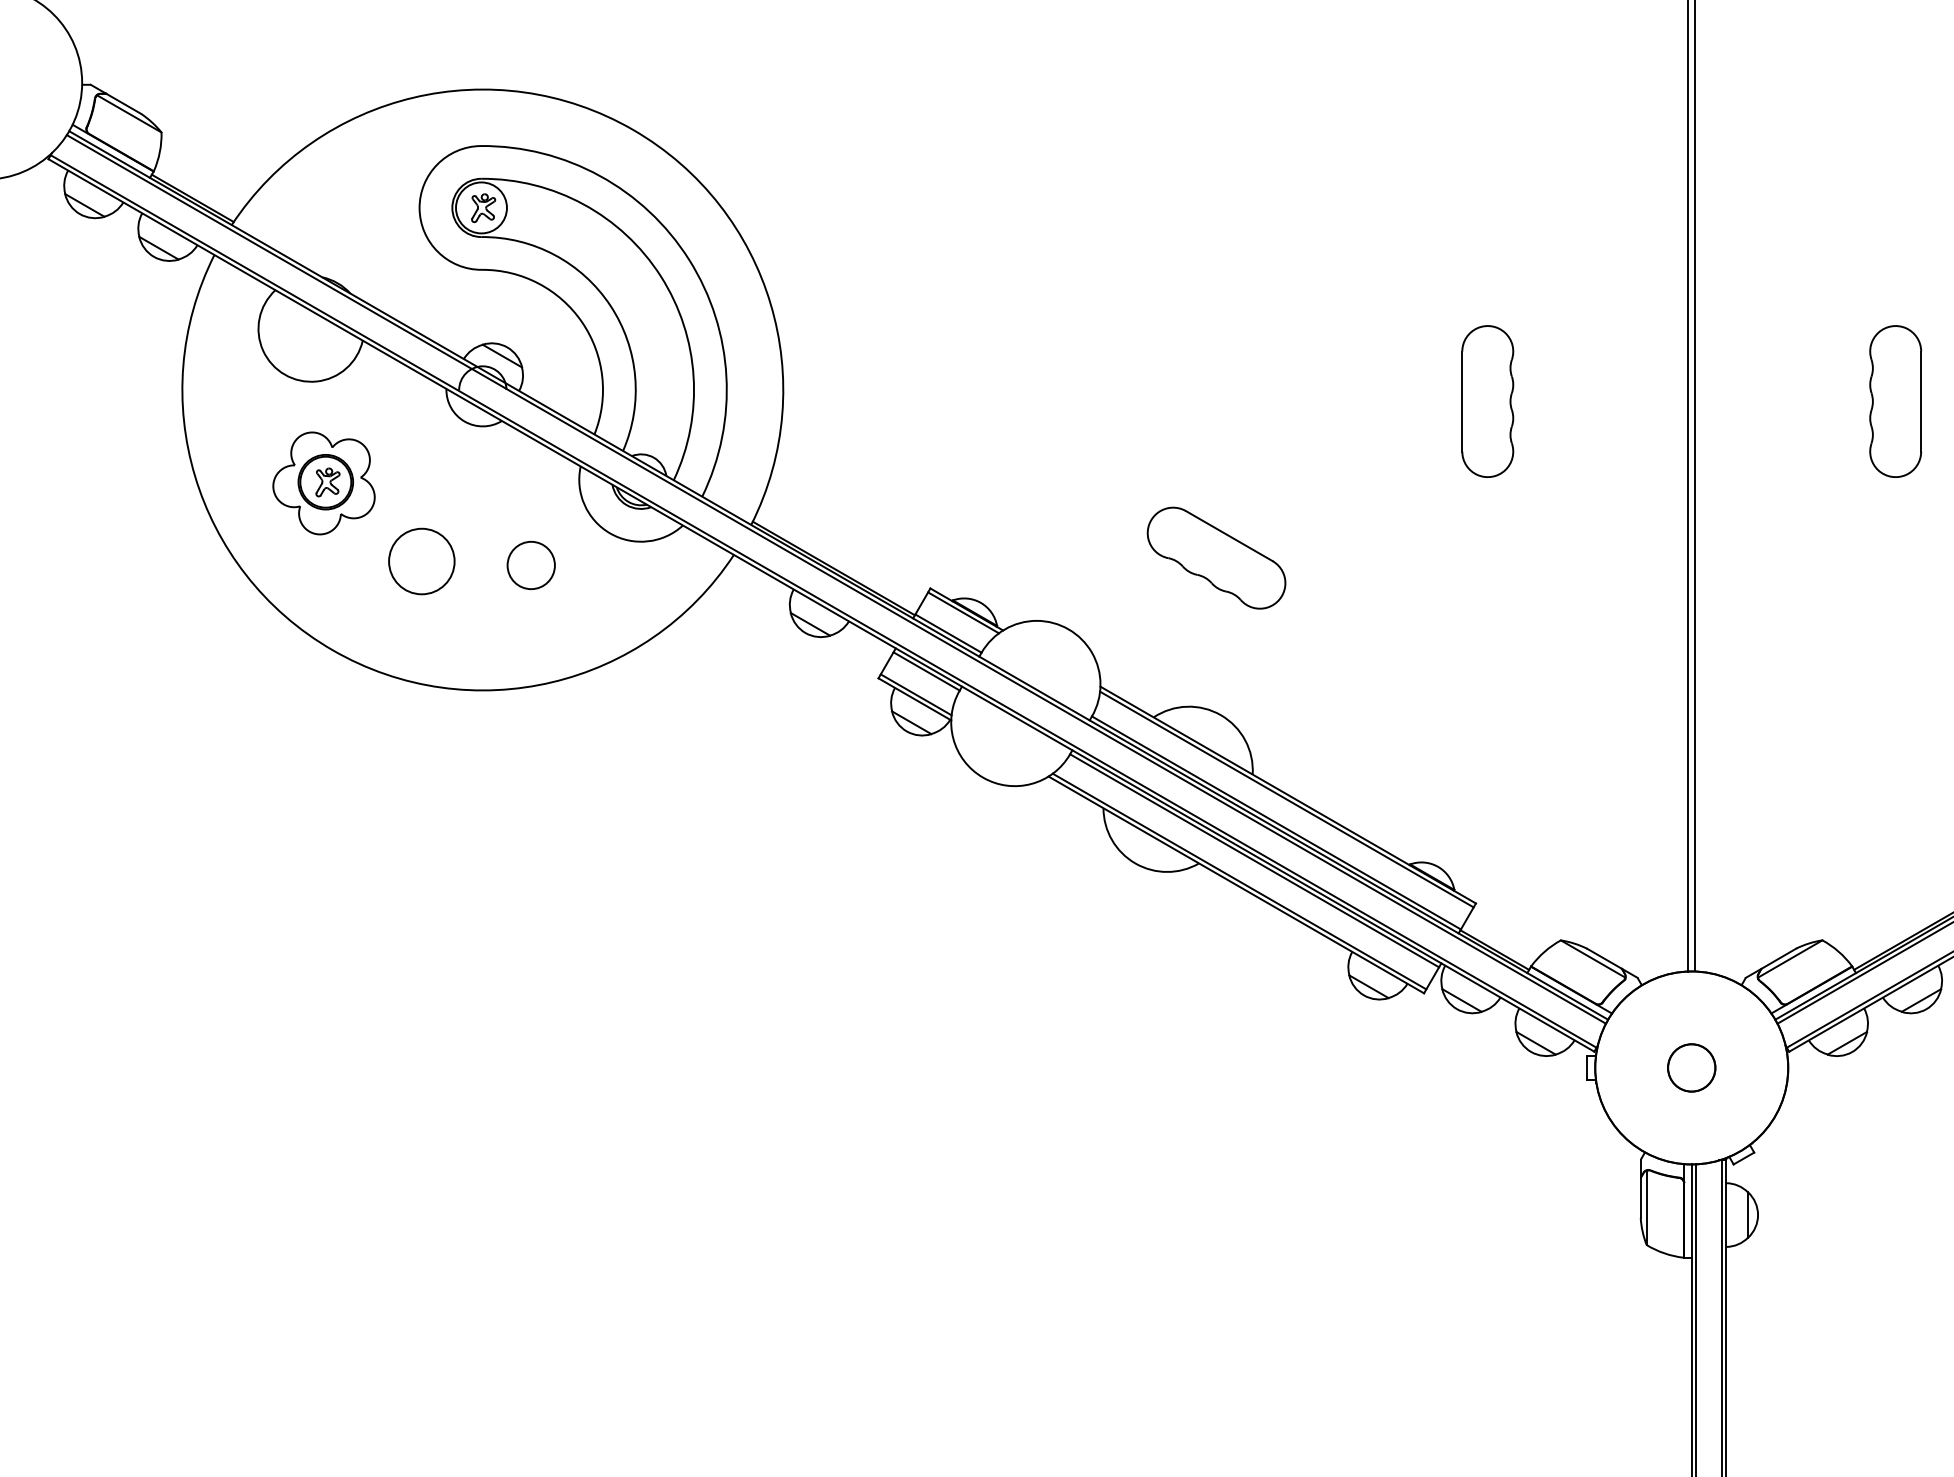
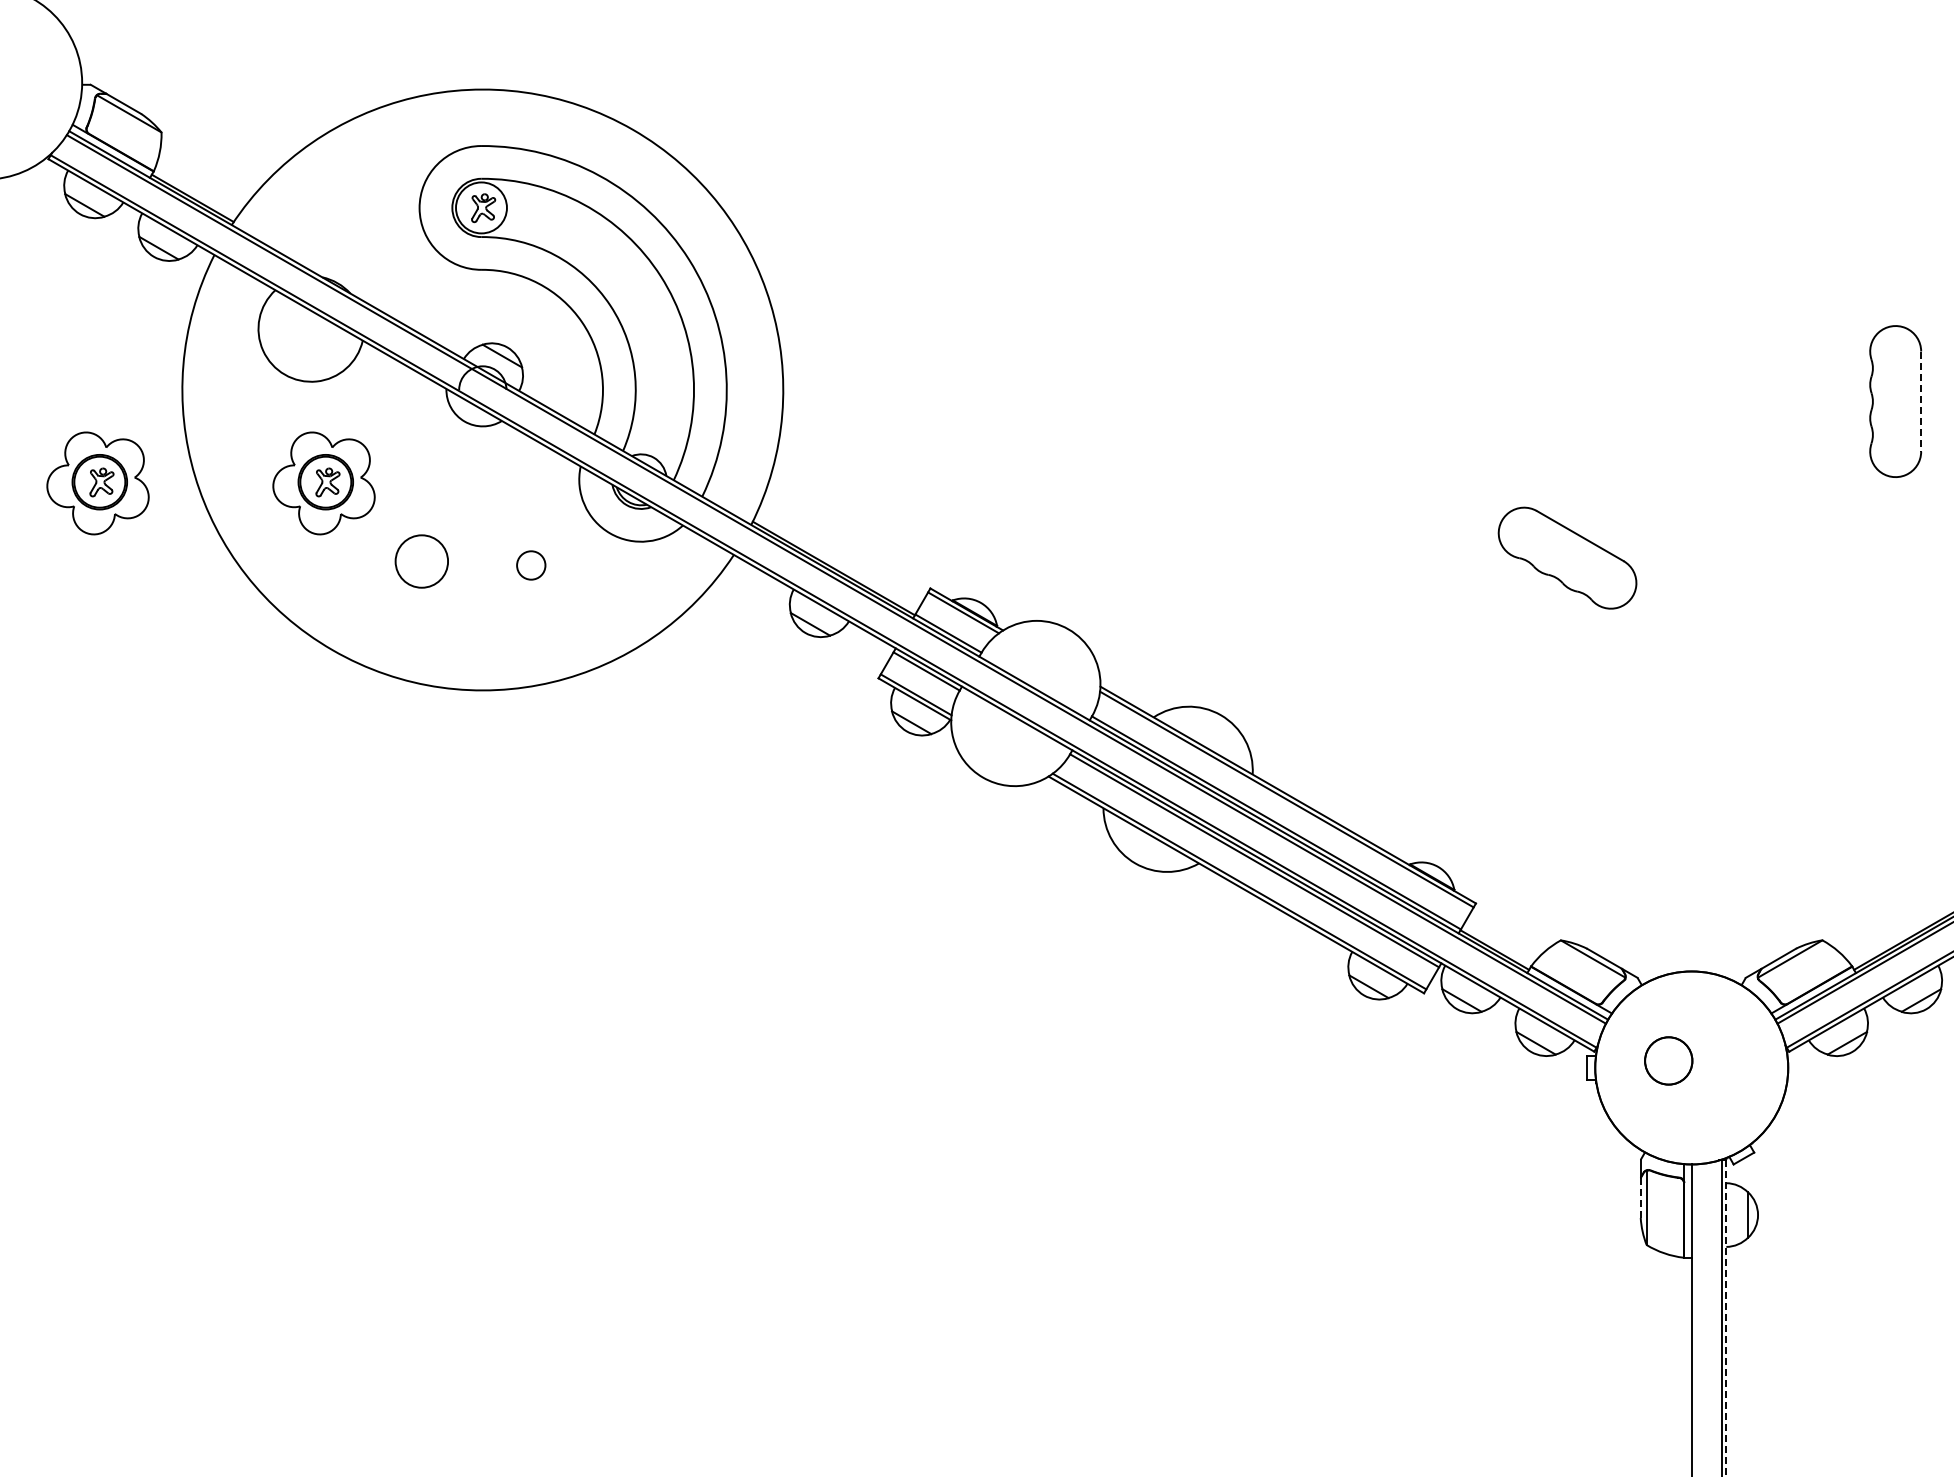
part at (1487, 401): present -> none
line at (1921, 402): solid -> dashed
part at (97, 483): none -> present
line at (1688, 486): present -> none
line at (1695, 486): present -> none
part at (1216, 557) position: (1216, 557) -> (1567, 557)
circle at (421, 561) diameter: 66 px -> 52 px
circle at (530, 565) diameter: 47 px -> 28 px
circle at (1691, 1067) position: (1691, 1067) -> (1668, 1060)
line at (1640, 1198): solid -> dashed
line at (1696, 1318): present -> none
line at (1726, 1318): solid -> dashed
